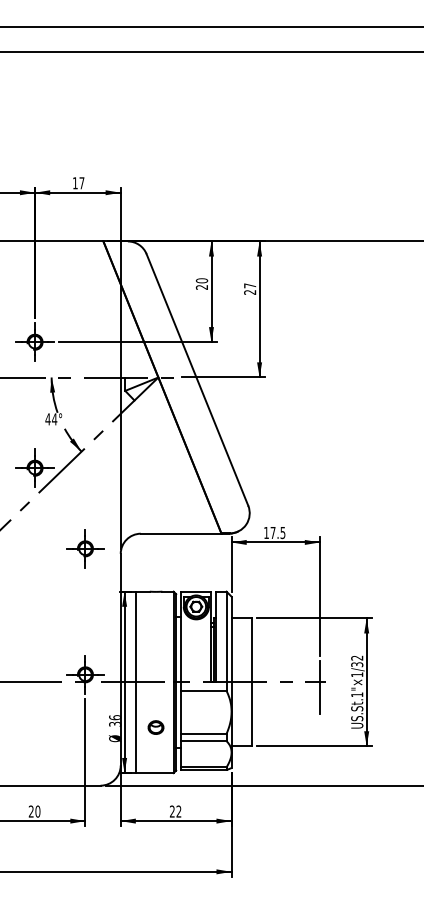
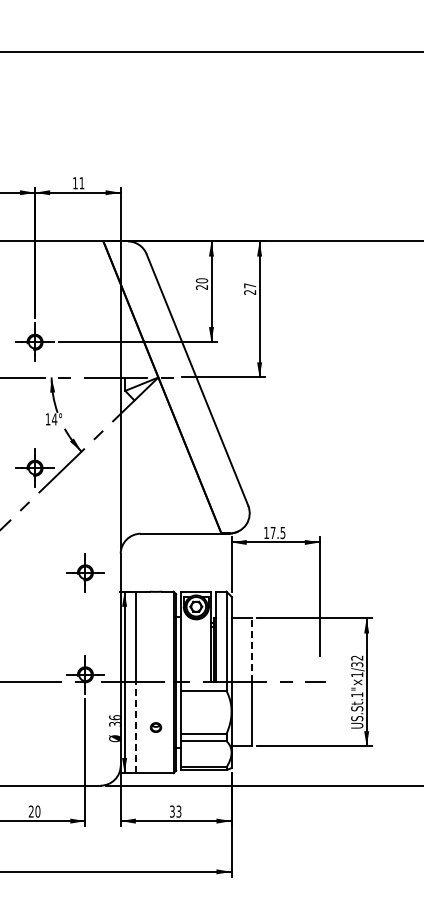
line at (211, 27): present -> none
text at (81, 183): 17 -> 11
text at (47, 419): 44° -> 14°
part at (85, 548) position: (85, 548) -> (85, 572)
line at (251, 650): solid -> dashed
line at (319, 686): present -> none
line at (135, 727): solid -> dashed
part at (155, 727) size: 18x15 px -> 14x11 px
text at (175, 811): 22 -> 33
